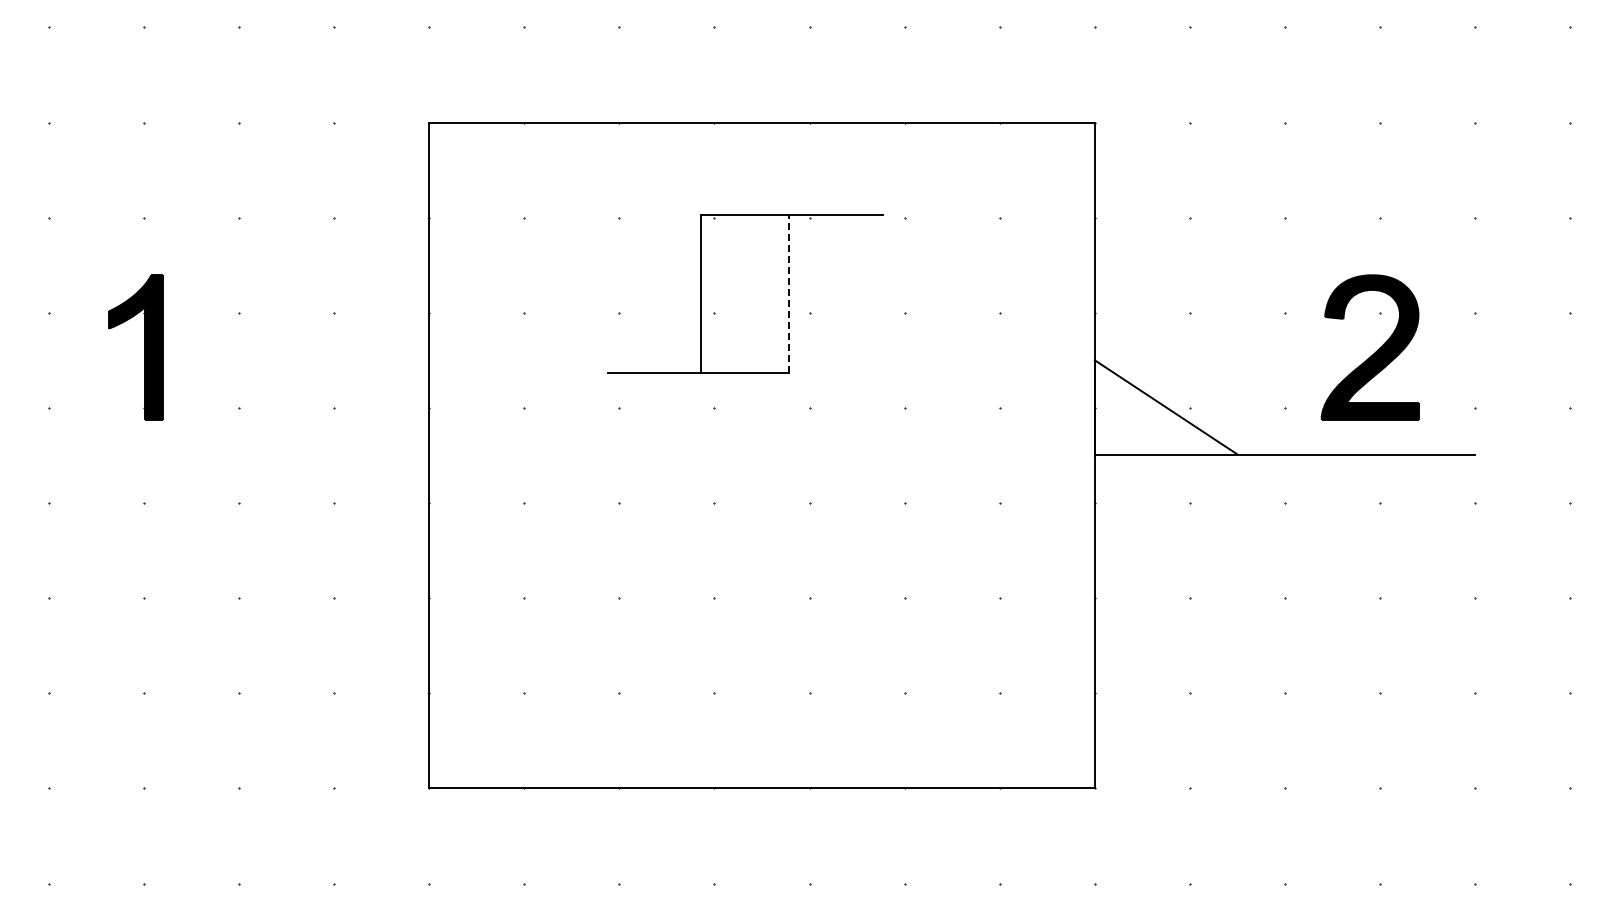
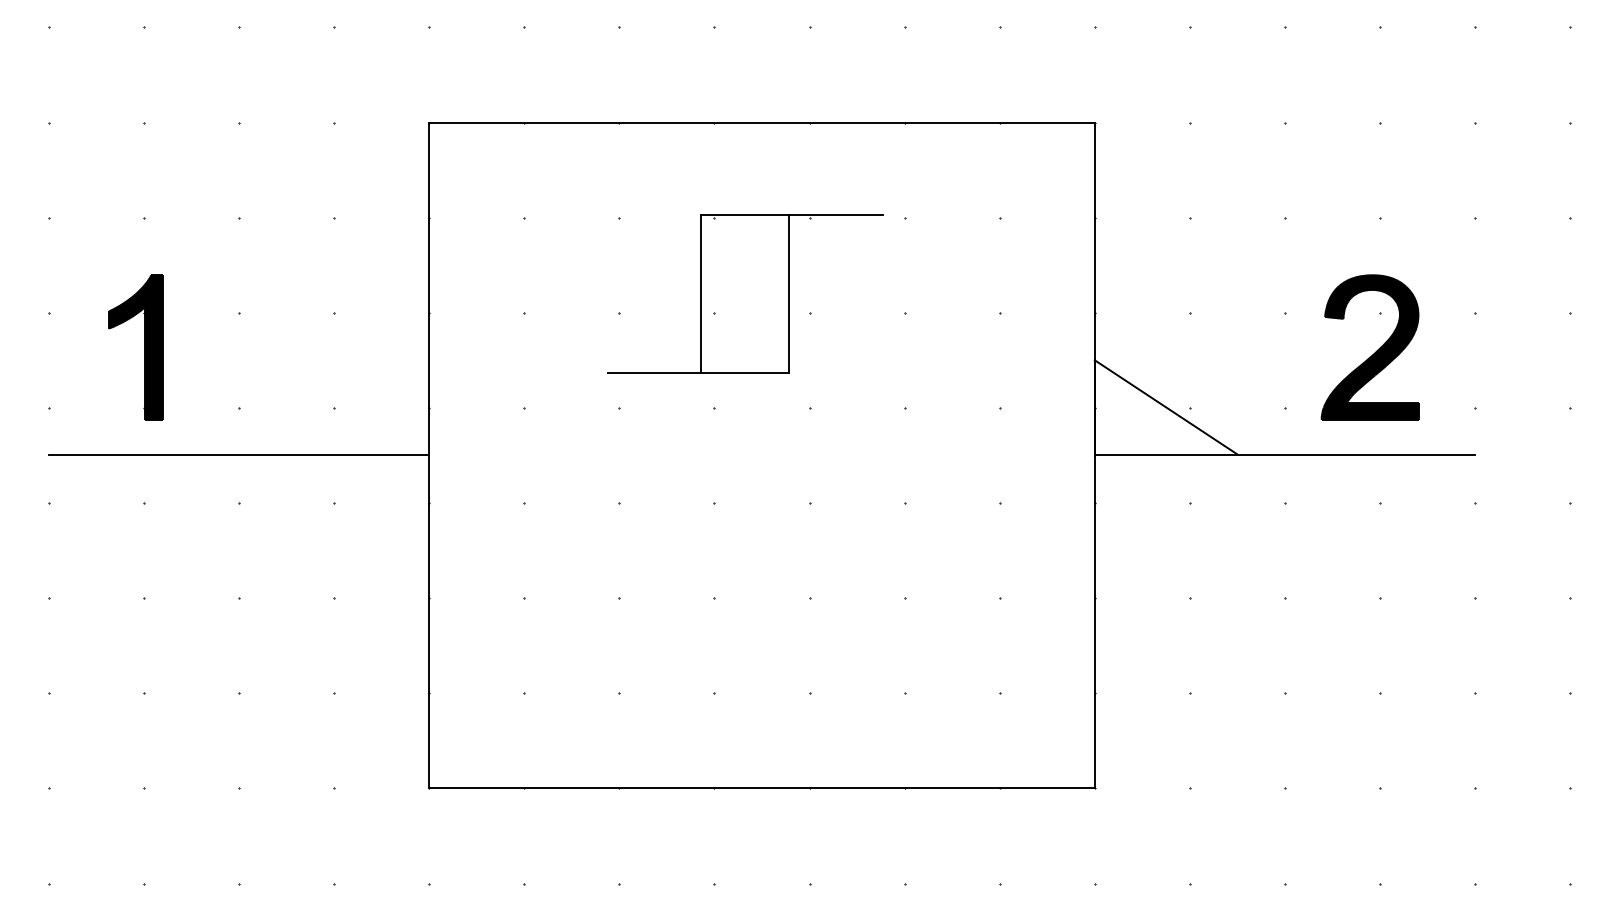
line at (789, 294): dashed -> solid
line at (238, 455): none -> present
